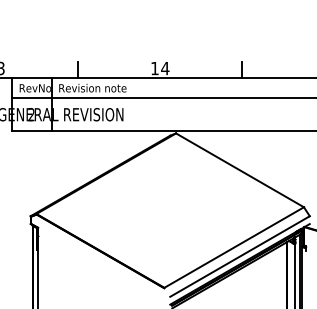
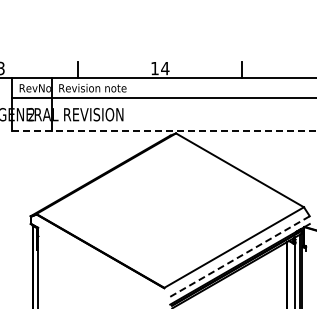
line at (164, 131): solid -> dashed
line at (240, 256): solid -> dashed
